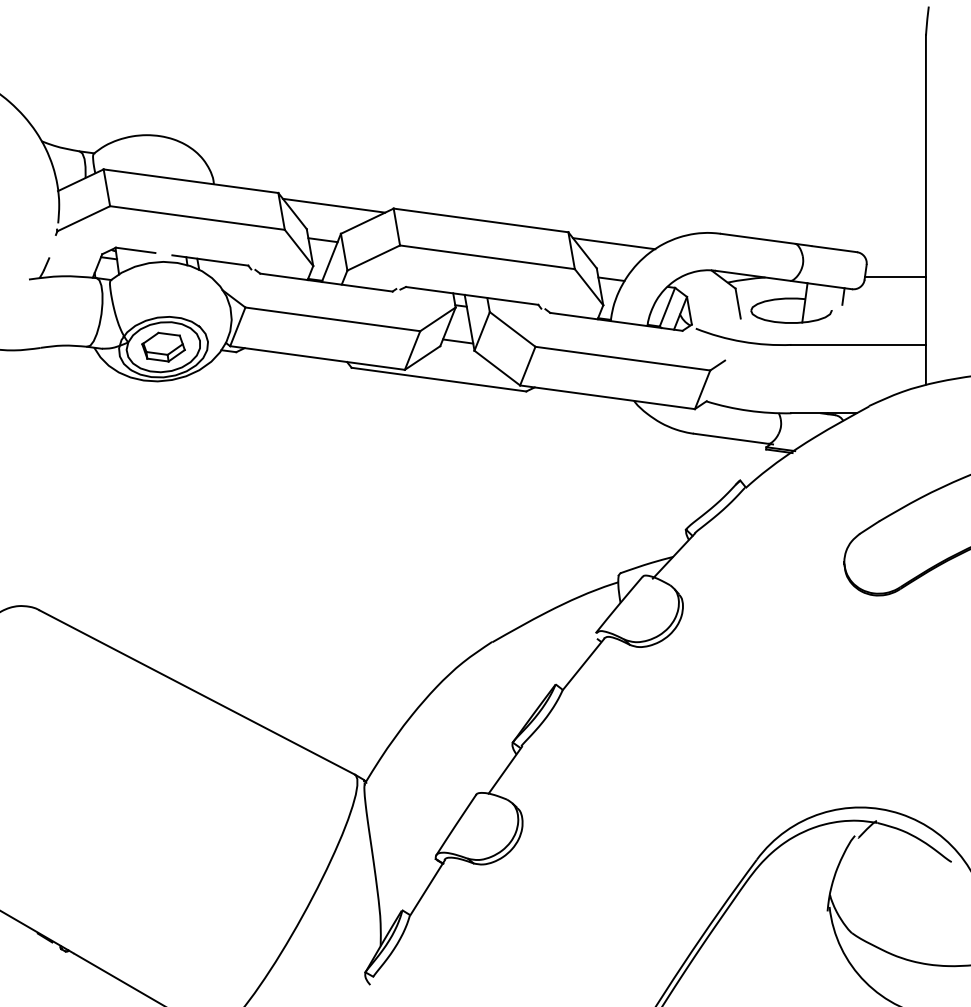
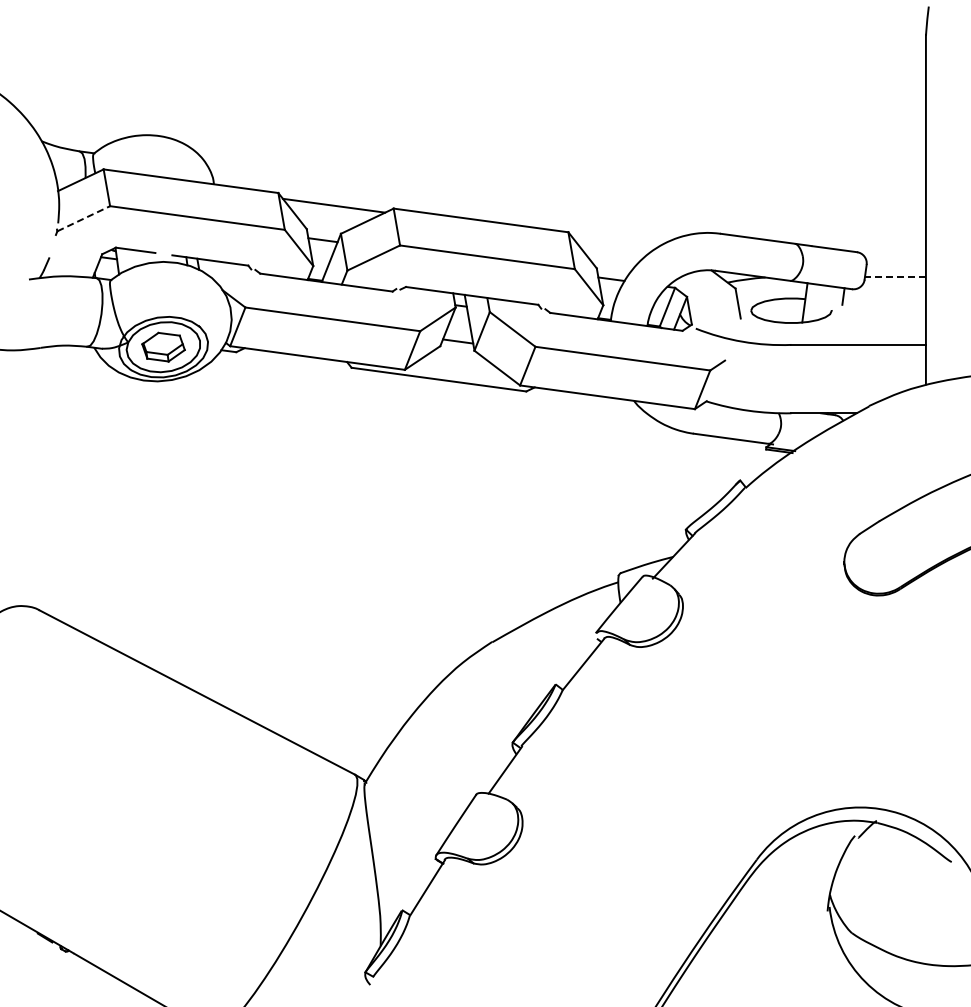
line at (84, 218): solid -> dashed
line at (613, 243): present -> none
line at (895, 276): solid -> dashed
